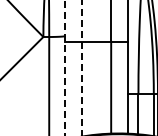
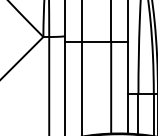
line at (64, 67): dashed -> solid
line at (82, 67): dashed -> solid
